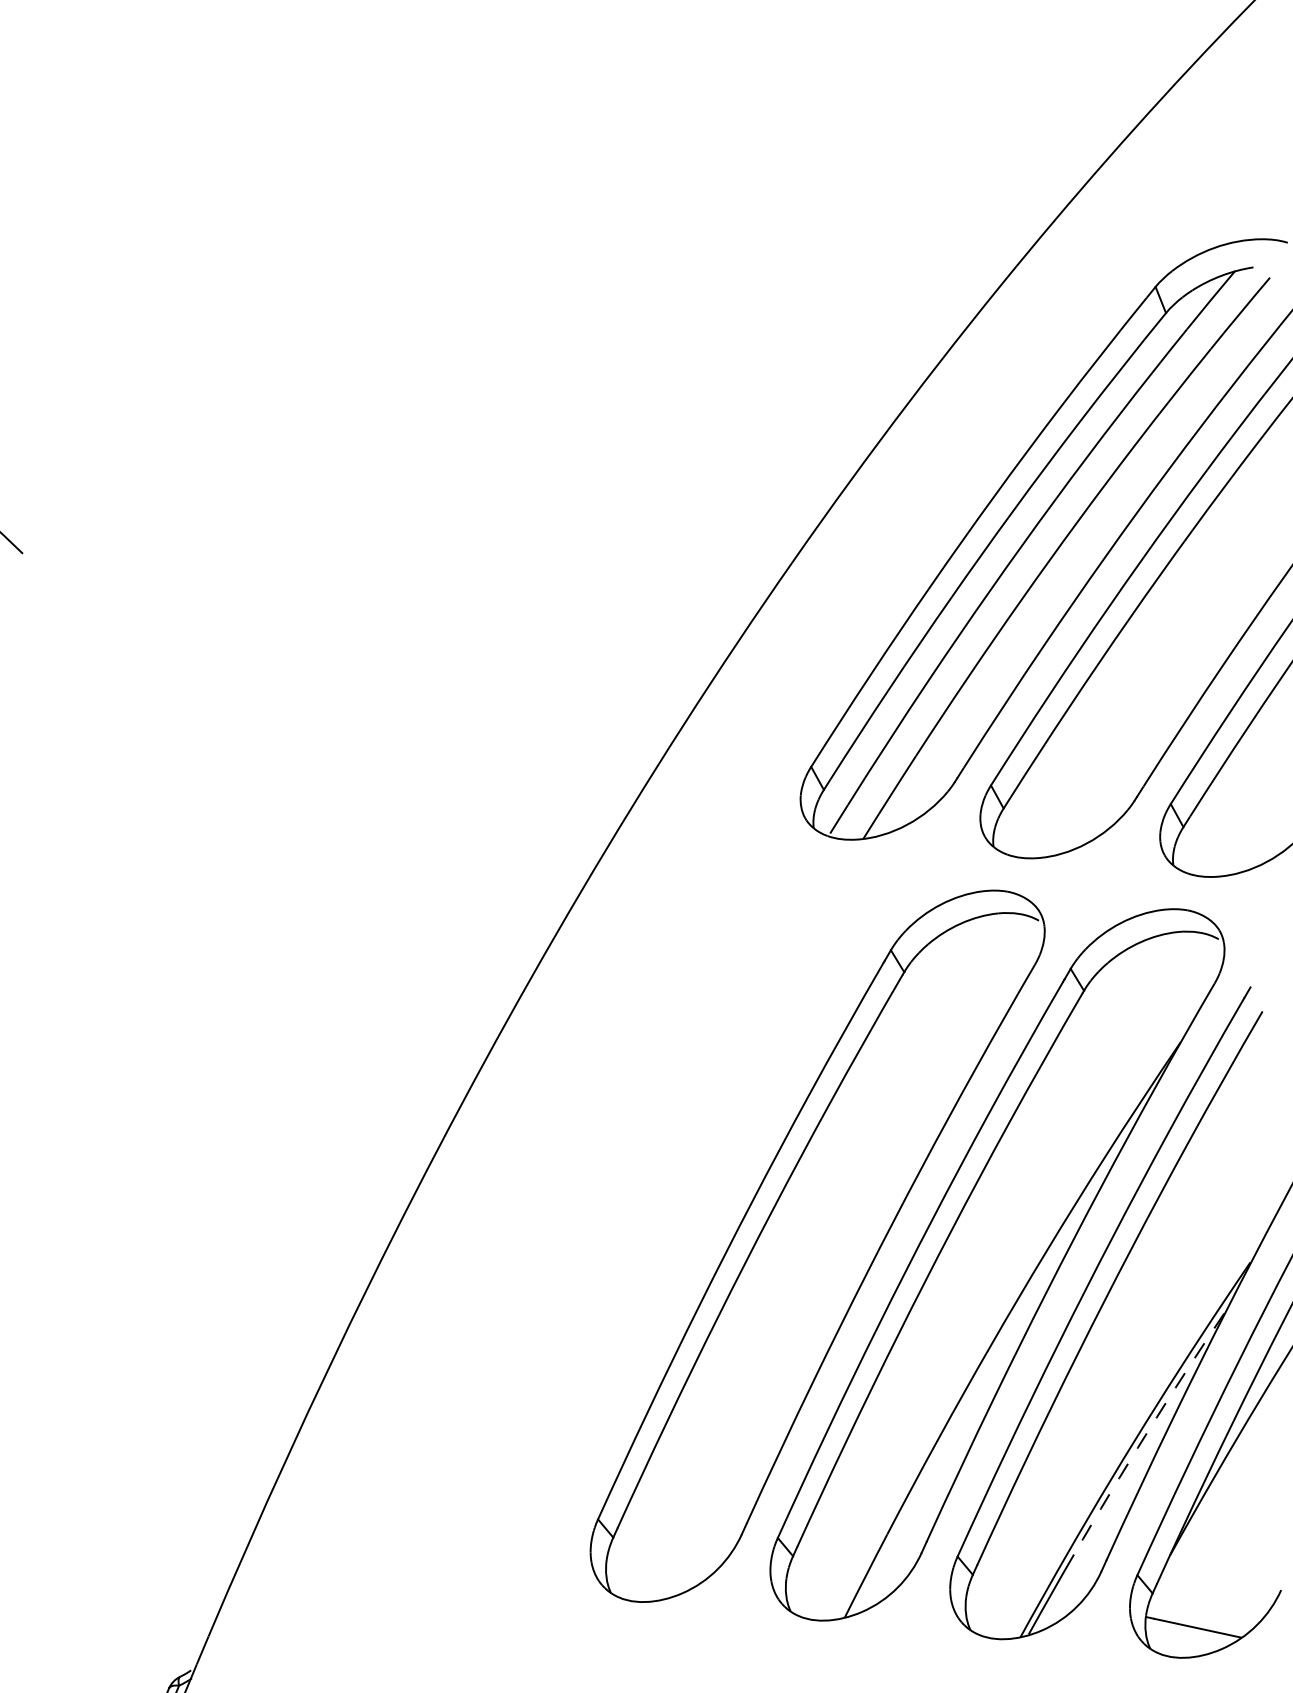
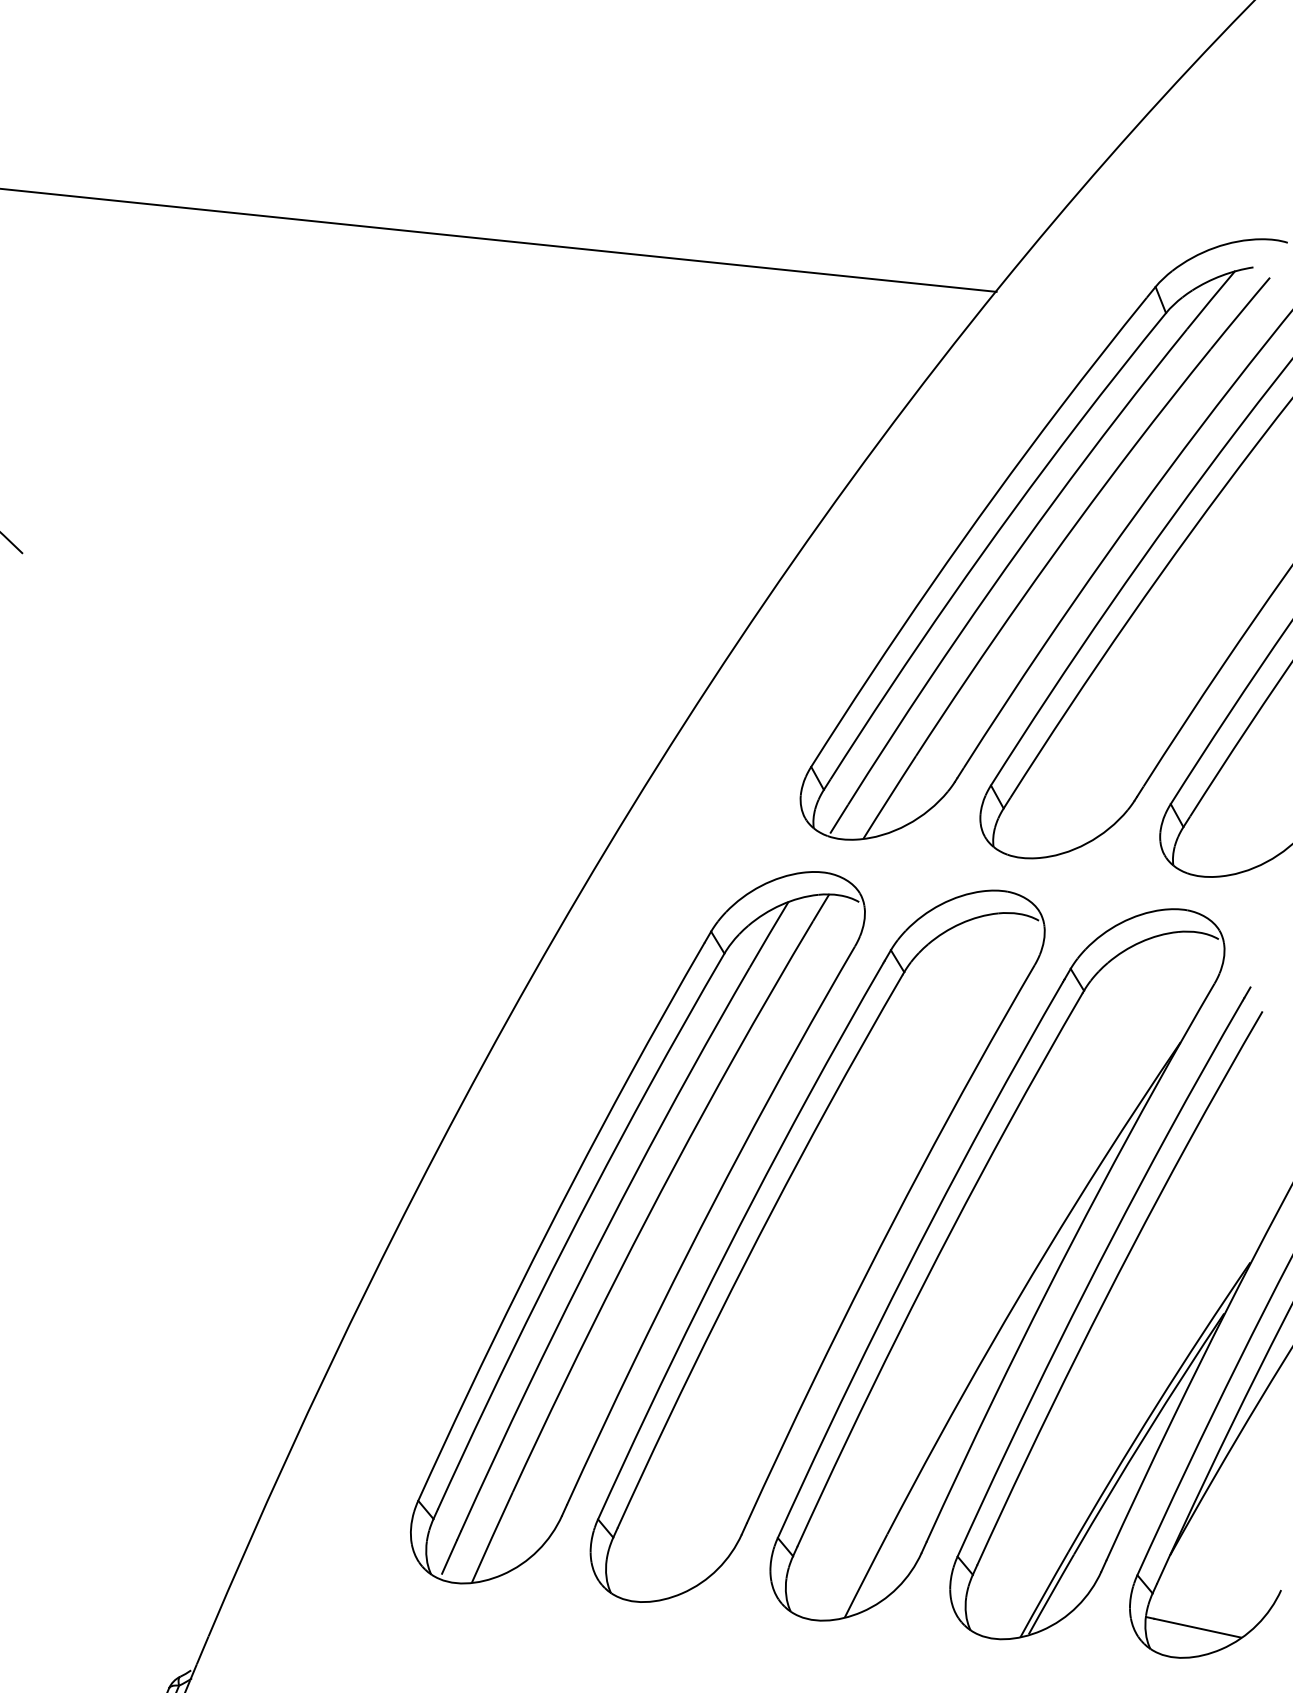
line at (499, 240): none -> present
part at (637, 1227): none -> present
arc at (1147, 1432): dashed -> solid
